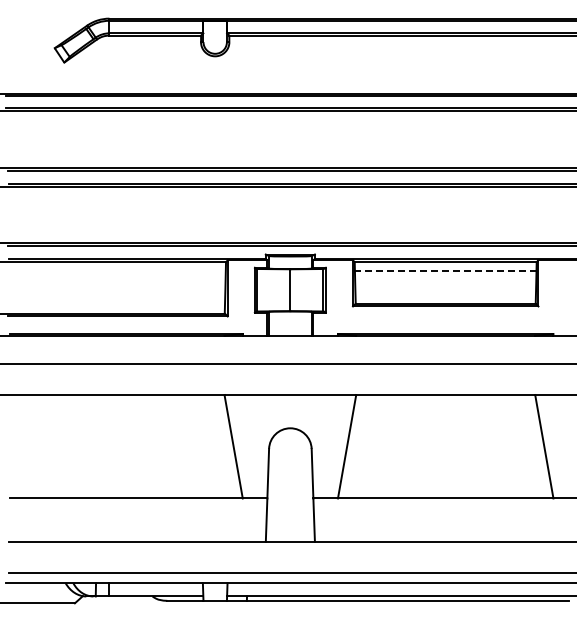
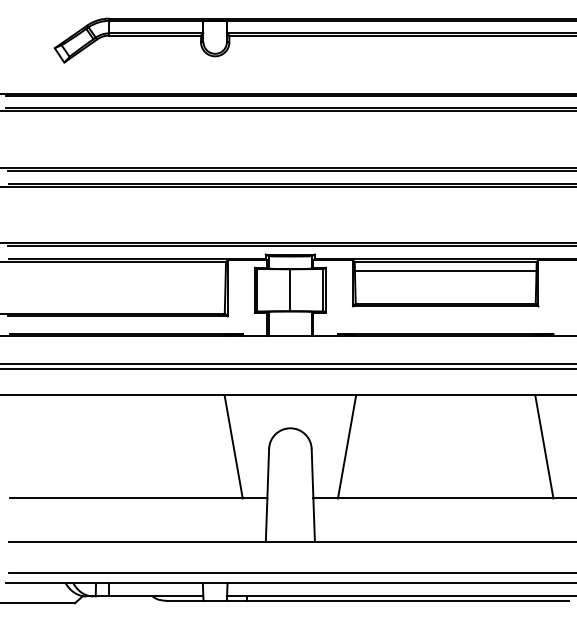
line at (445, 271): dashed -> solid
line at (287, 368): none -> present
